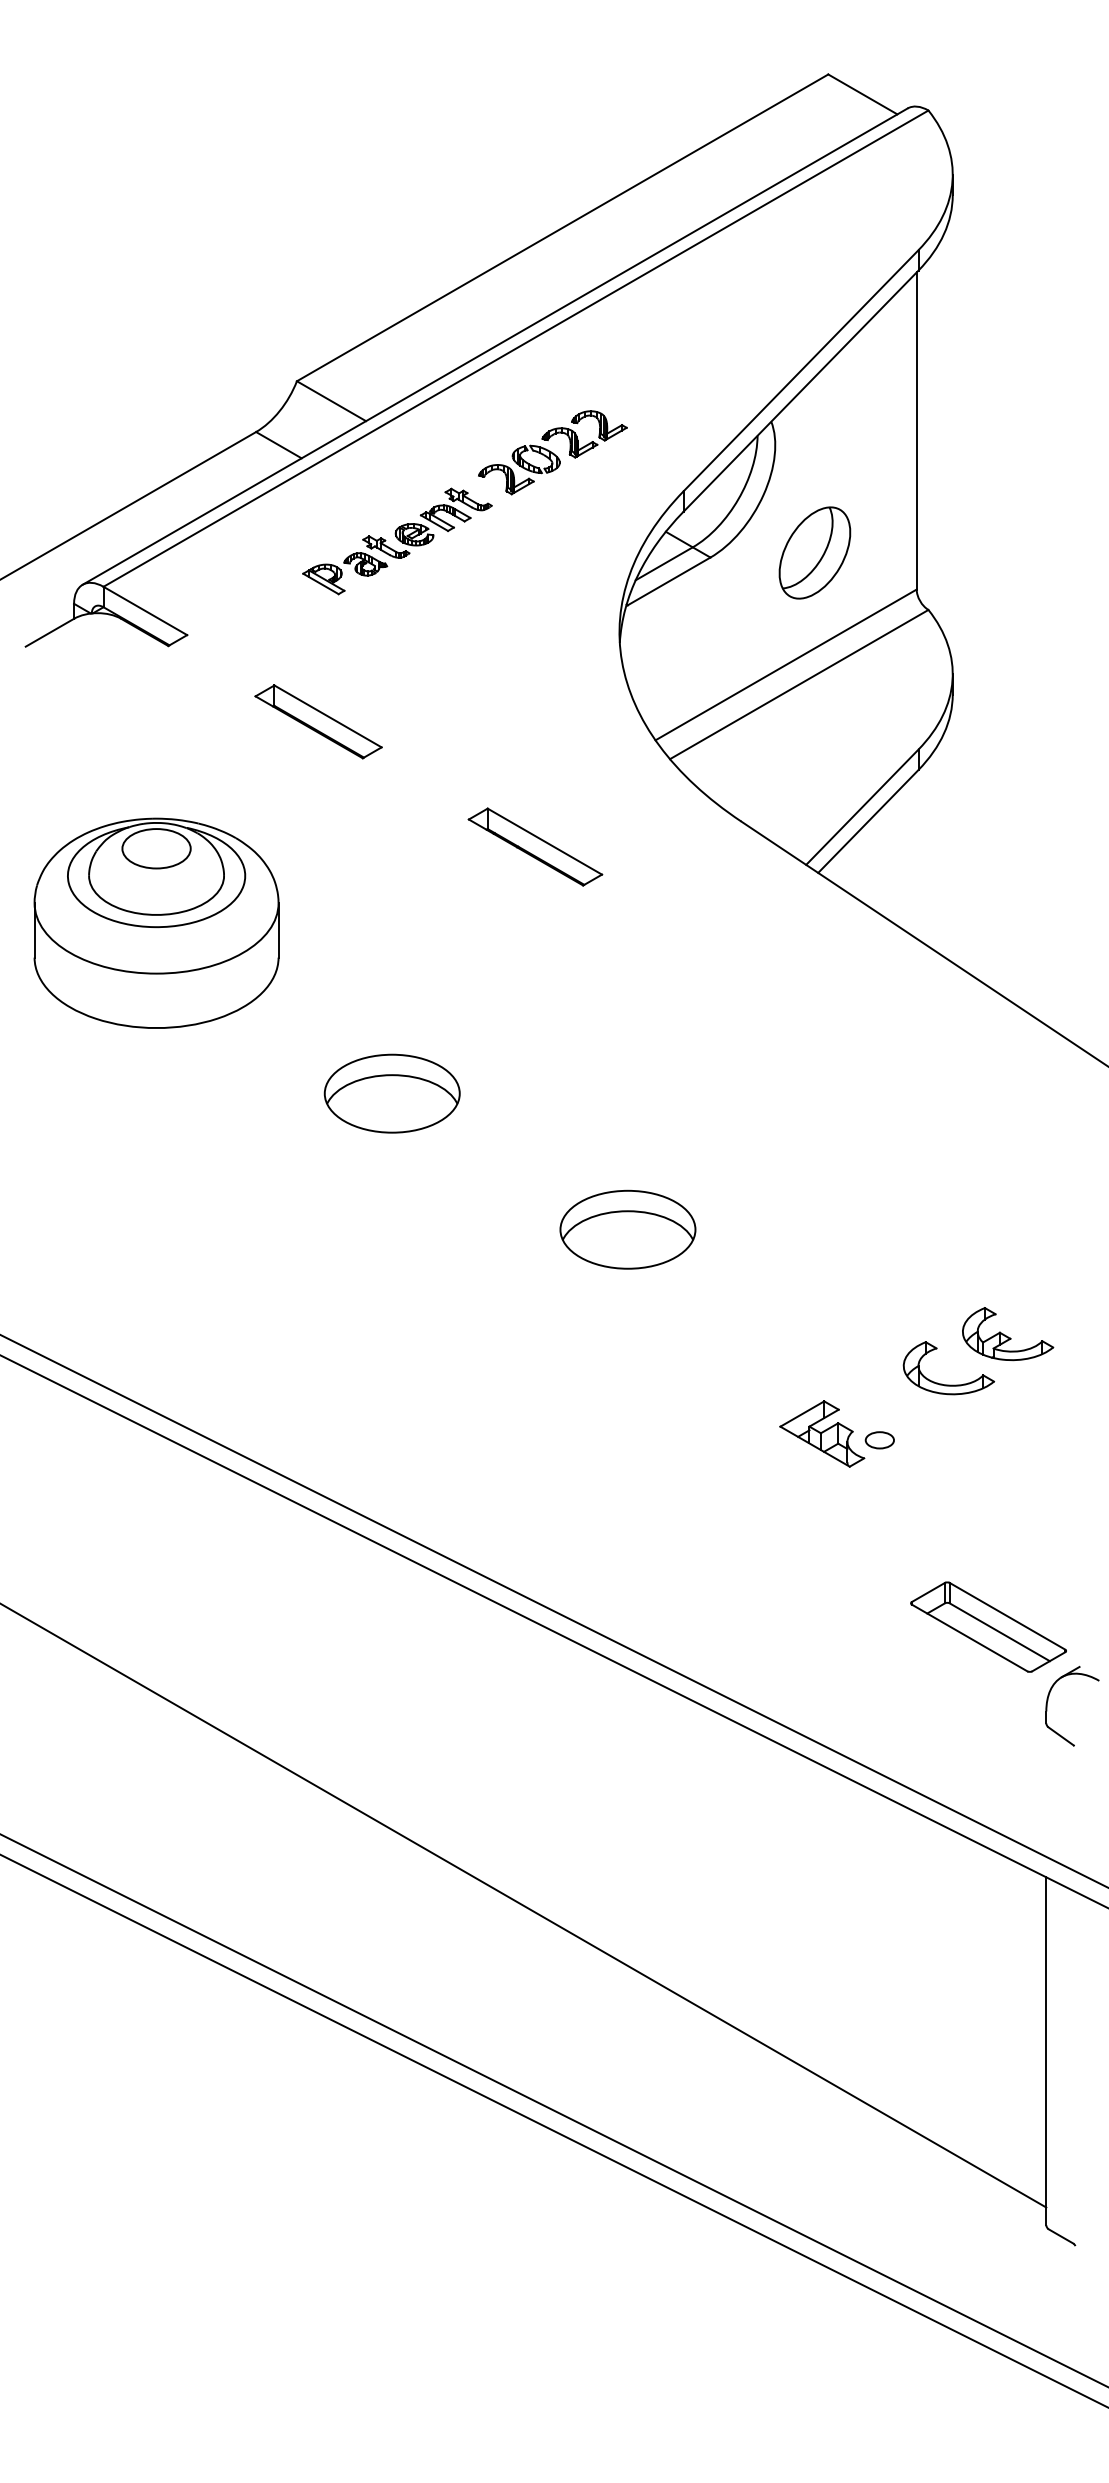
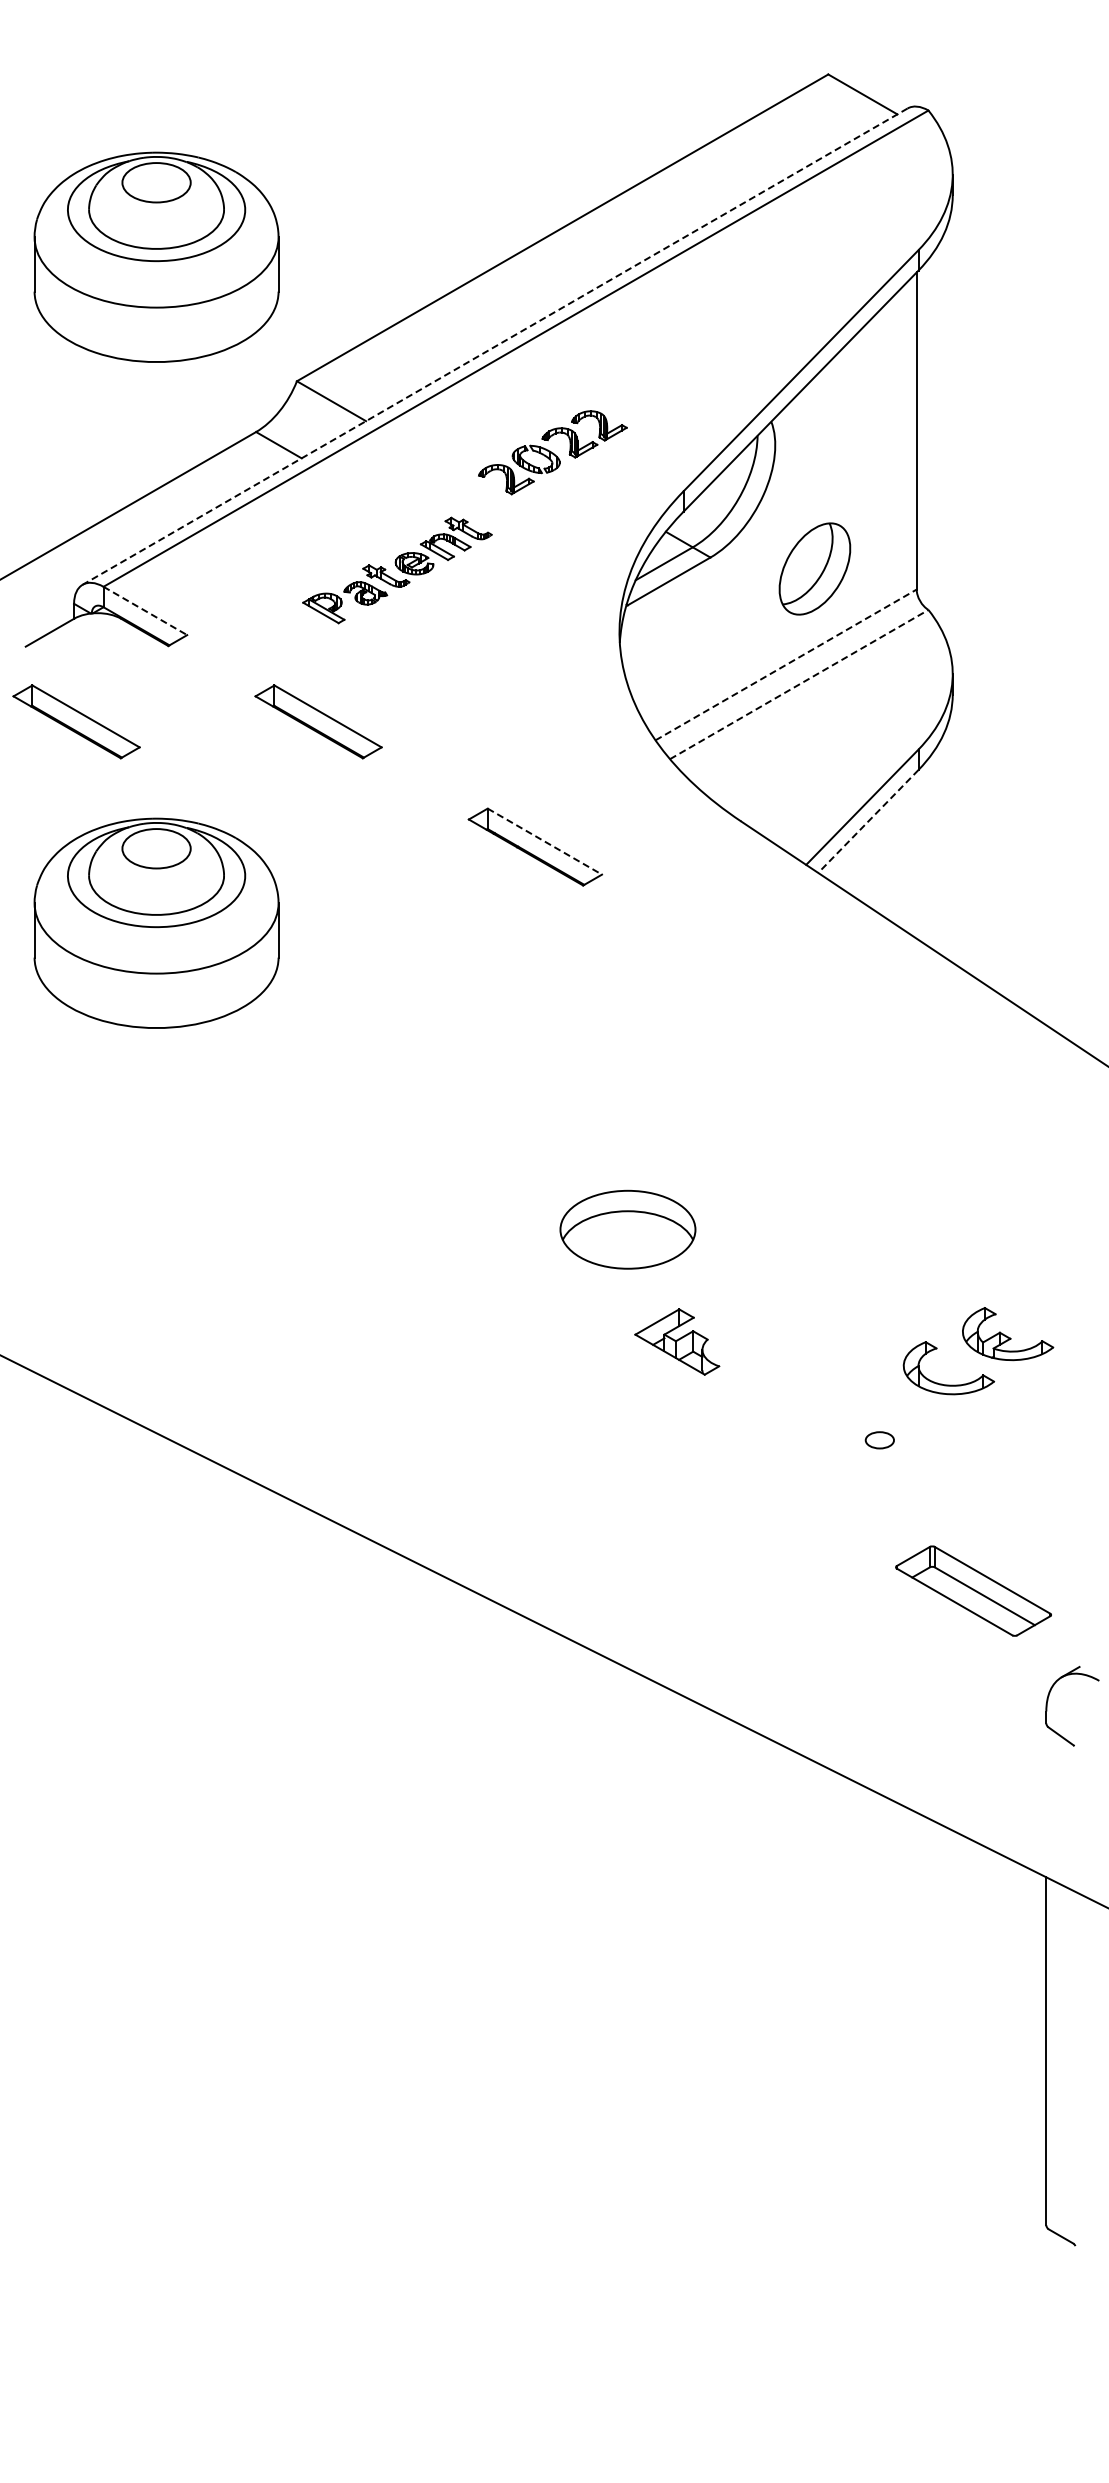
part at (156, 256): none -> present
line at (494, 346): solid -> dashed
part at (397, 541) position: (397, 541) -> (397, 570)
part at (814, 552) position: (814, 552) -> (814, 568)
line at (145, 611): solid -> dashed
line at (786, 664): solid -> dashed
line at (799, 684): solid -> dashed
part at (76, 721): none -> present
line at (868, 821): solid -> dashed
line at (544, 841): solid -> dashed
part at (391, 1093): present -> none
part at (822, 1433) position: (822, 1433) -> (677, 1341)
line at (553, 1610): present -> none
part at (988, 1626) position: (988, 1626) -> (973, 1590)
line at (524, 1905): present -> none
line at (553, 2110): present -> none
line at (553, 2130): present -> none
